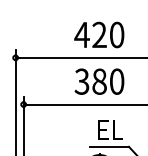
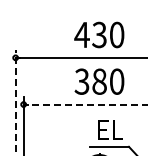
text at (99, 35): 420 -> 430
line at (15, 102): solid -> dashed
line at (87, 104): solid -> dashed
